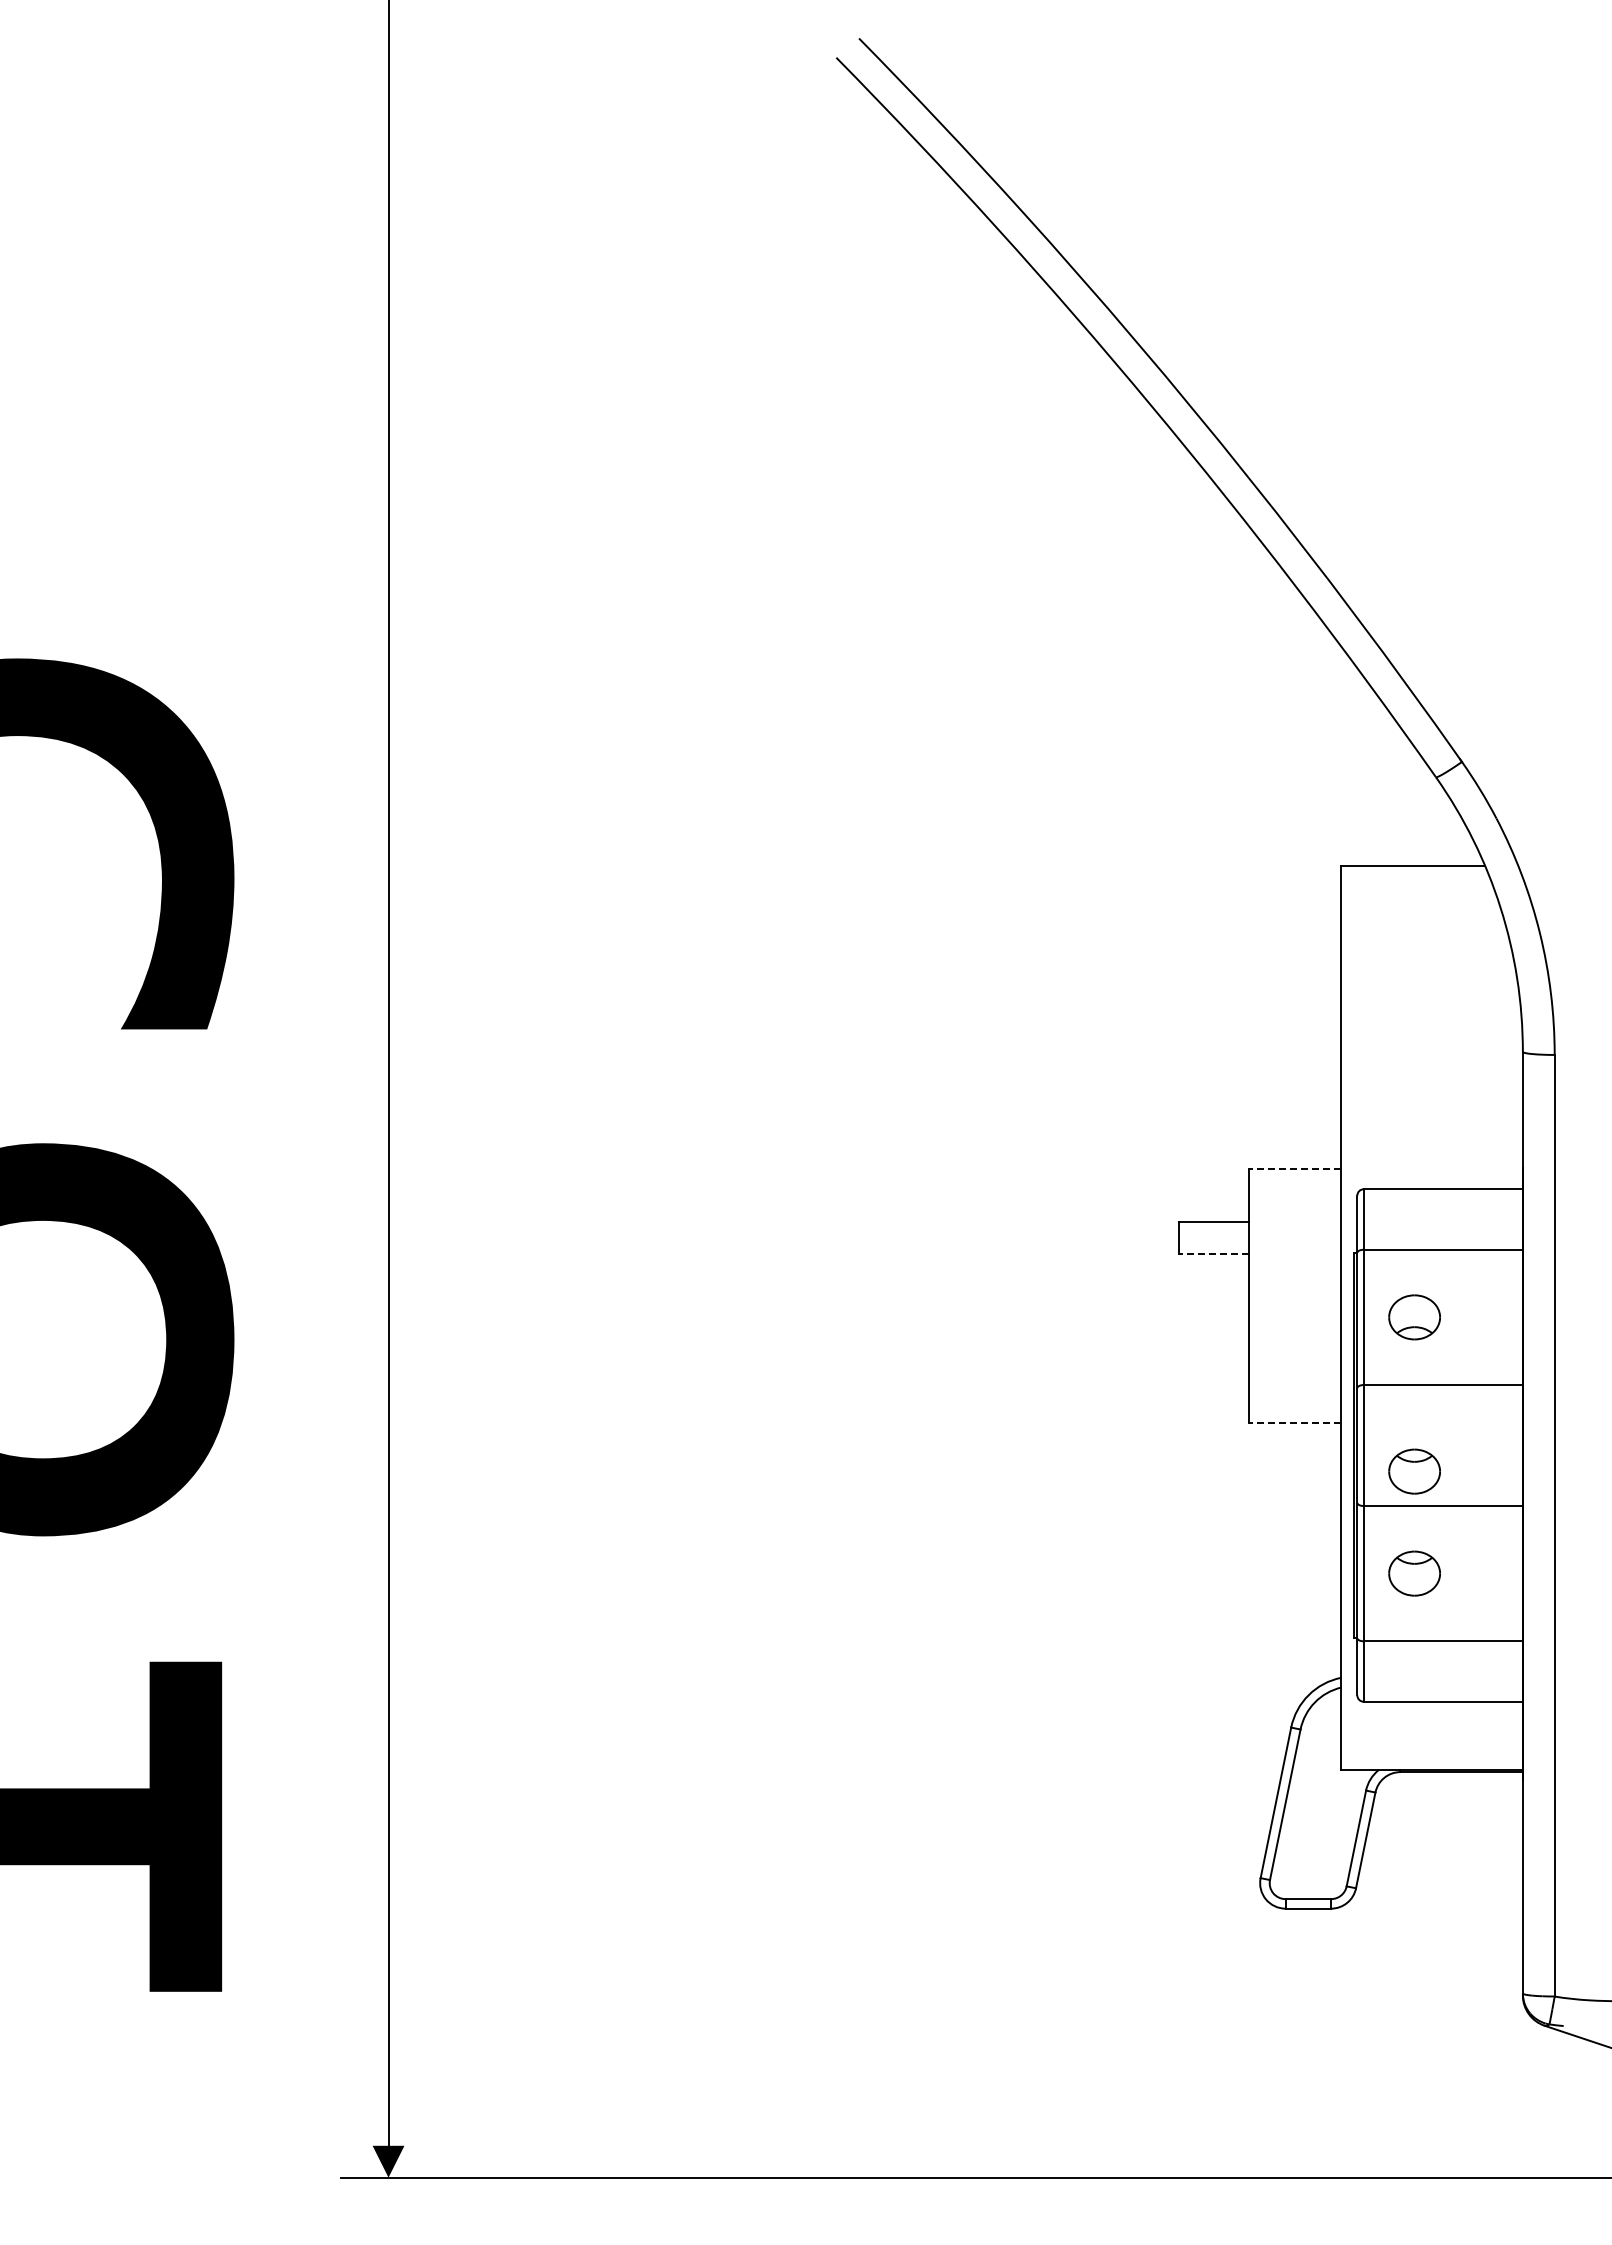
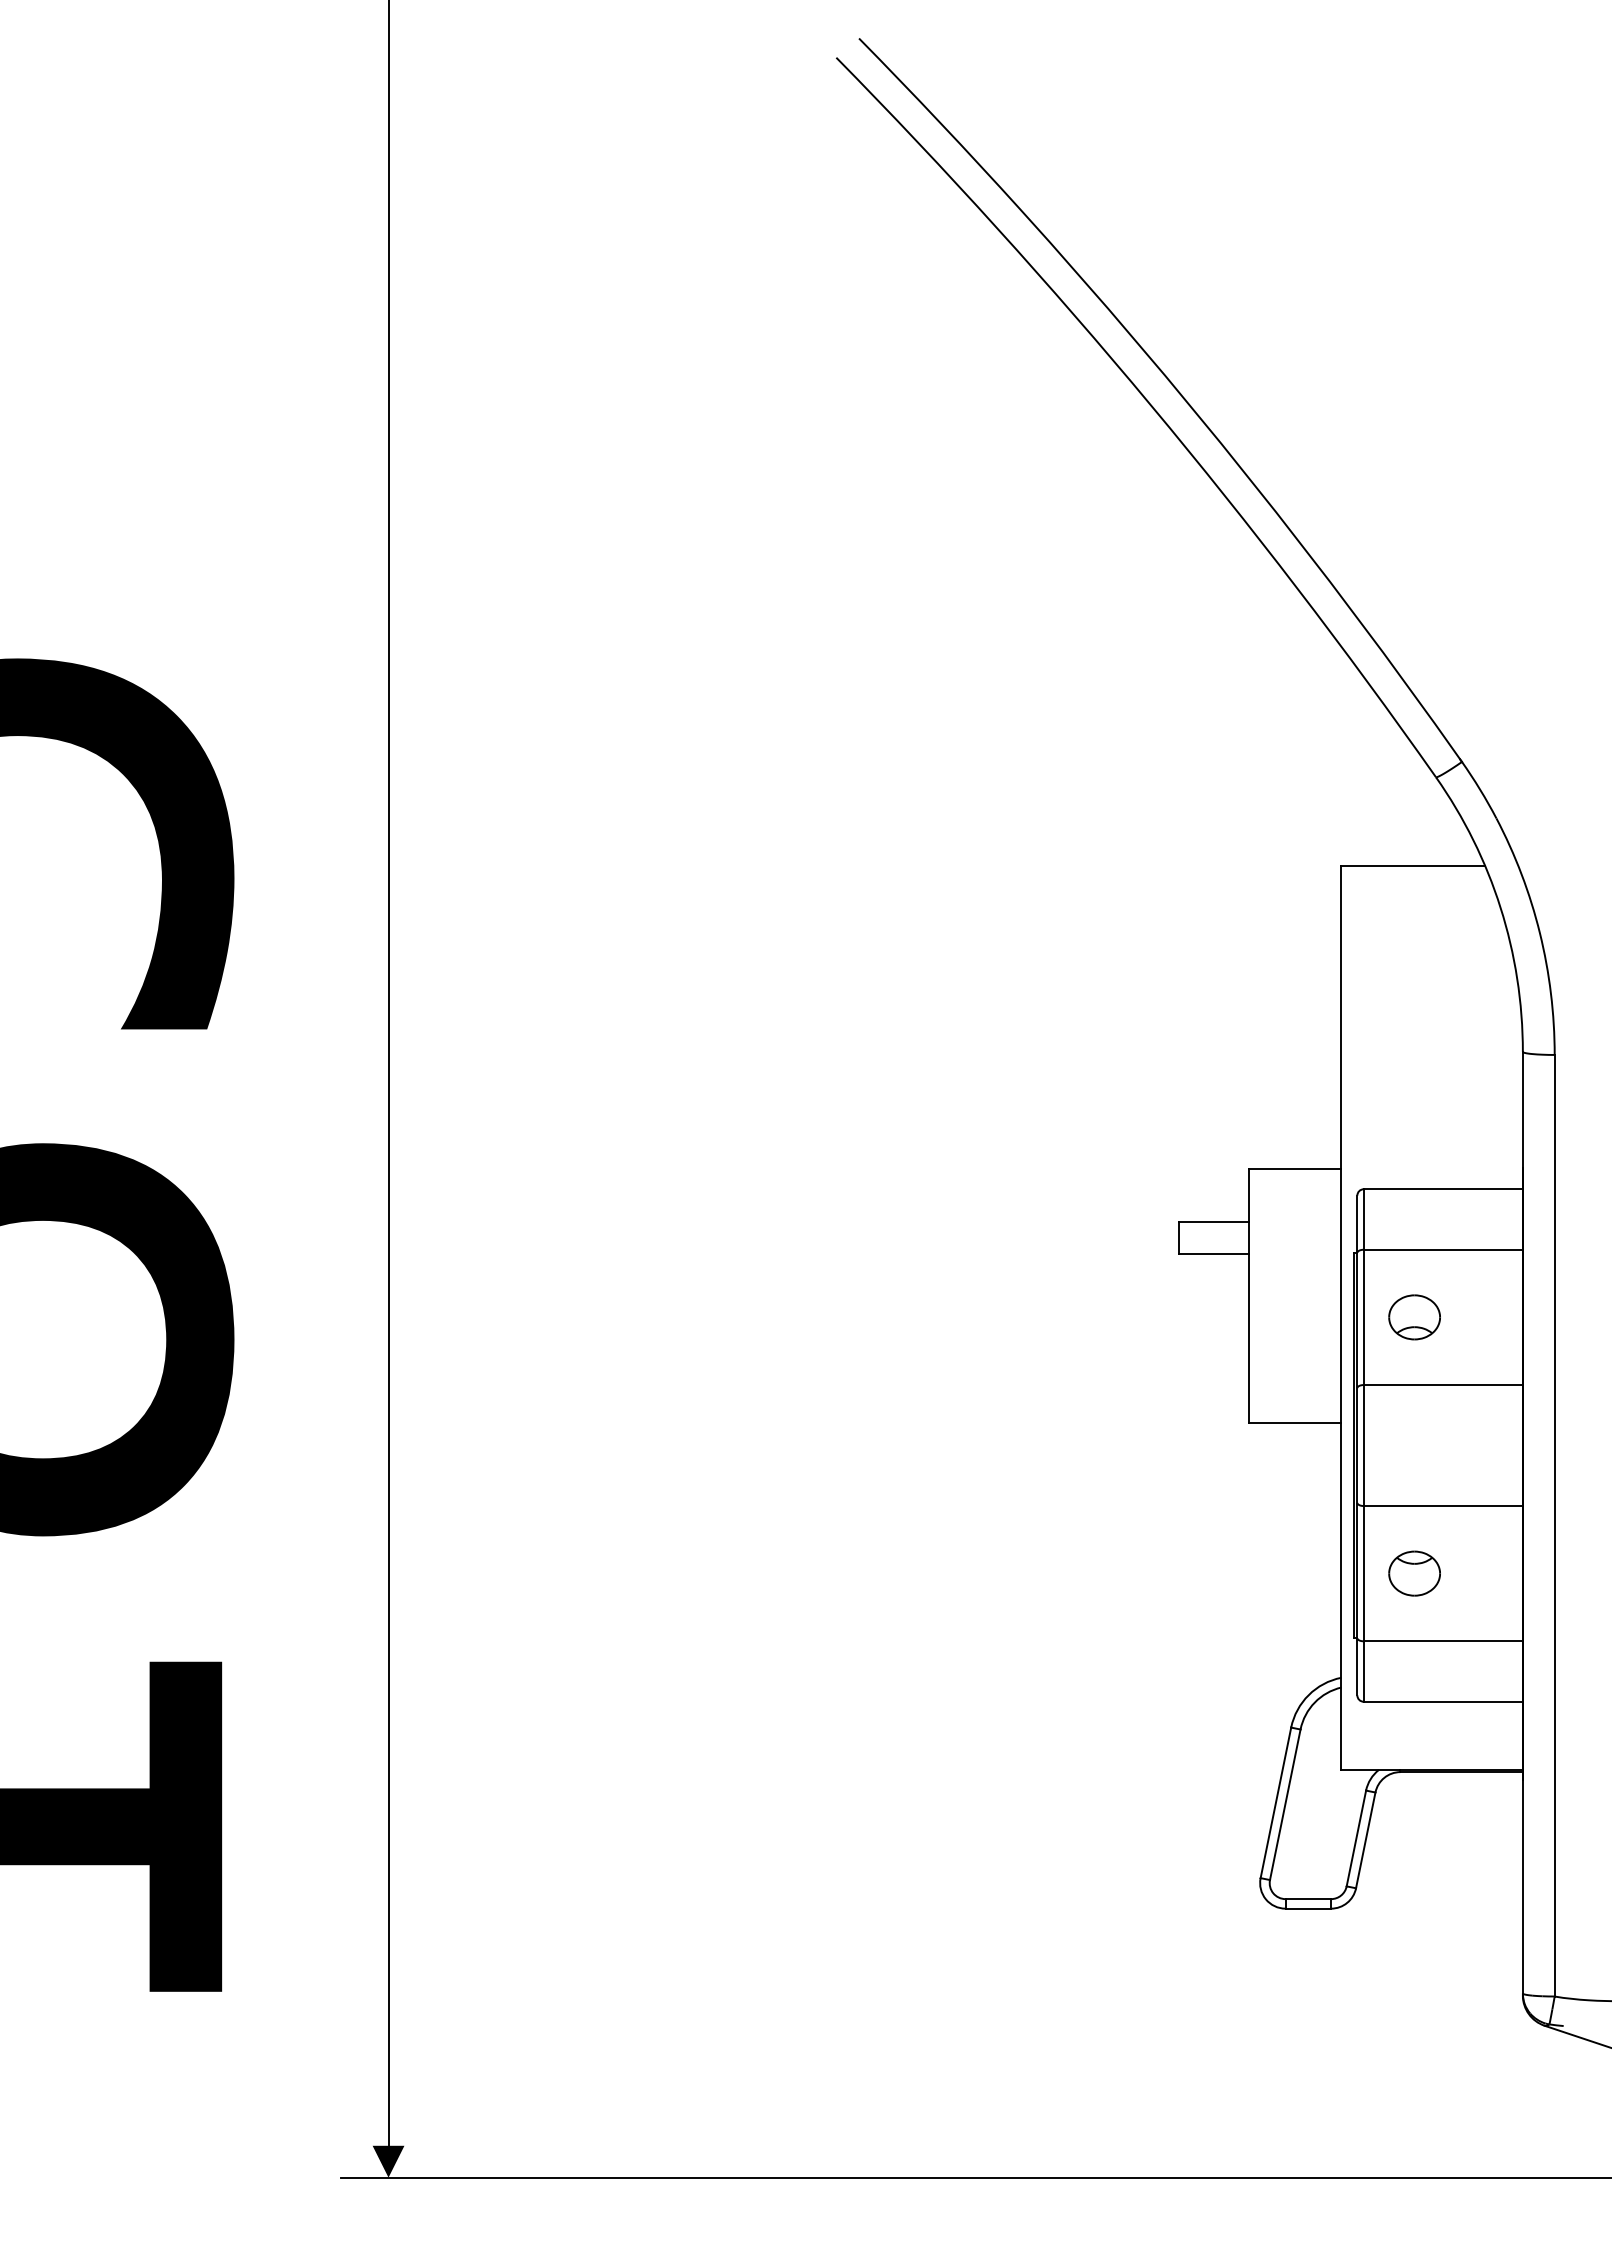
line at (1294, 1168): dashed -> solid
line at (1213, 1254): dashed -> solid
line at (1294, 1423): dashed -> solid
part at (1414, 1471): present -> none
